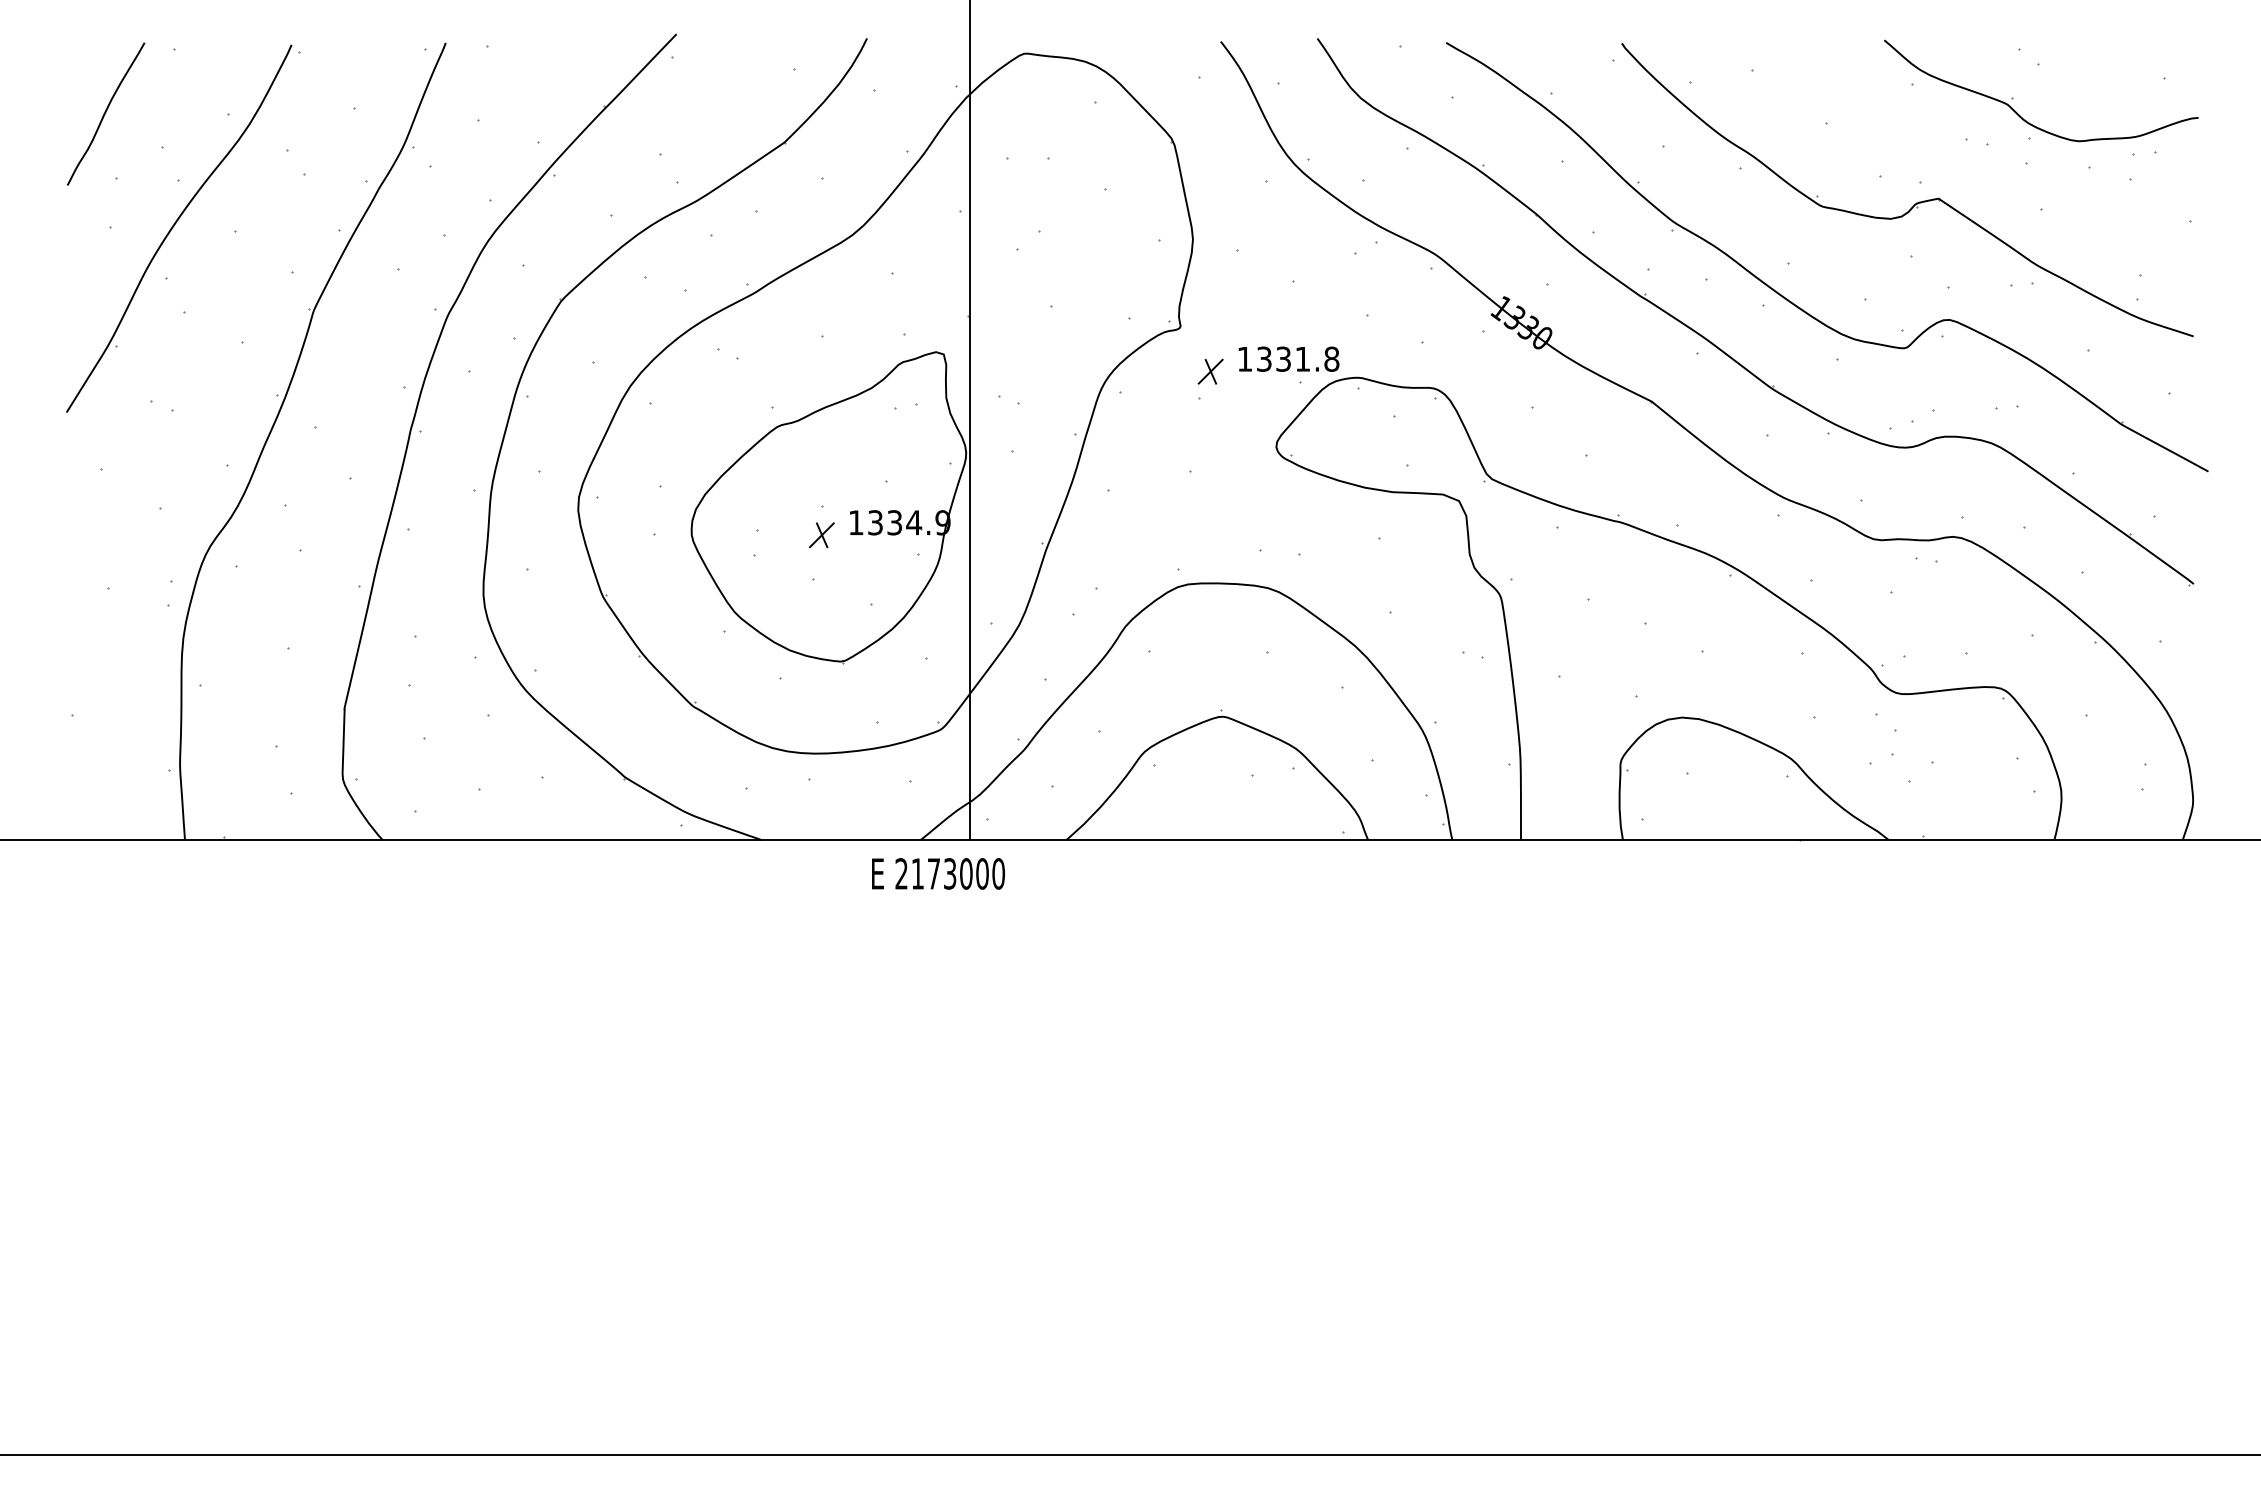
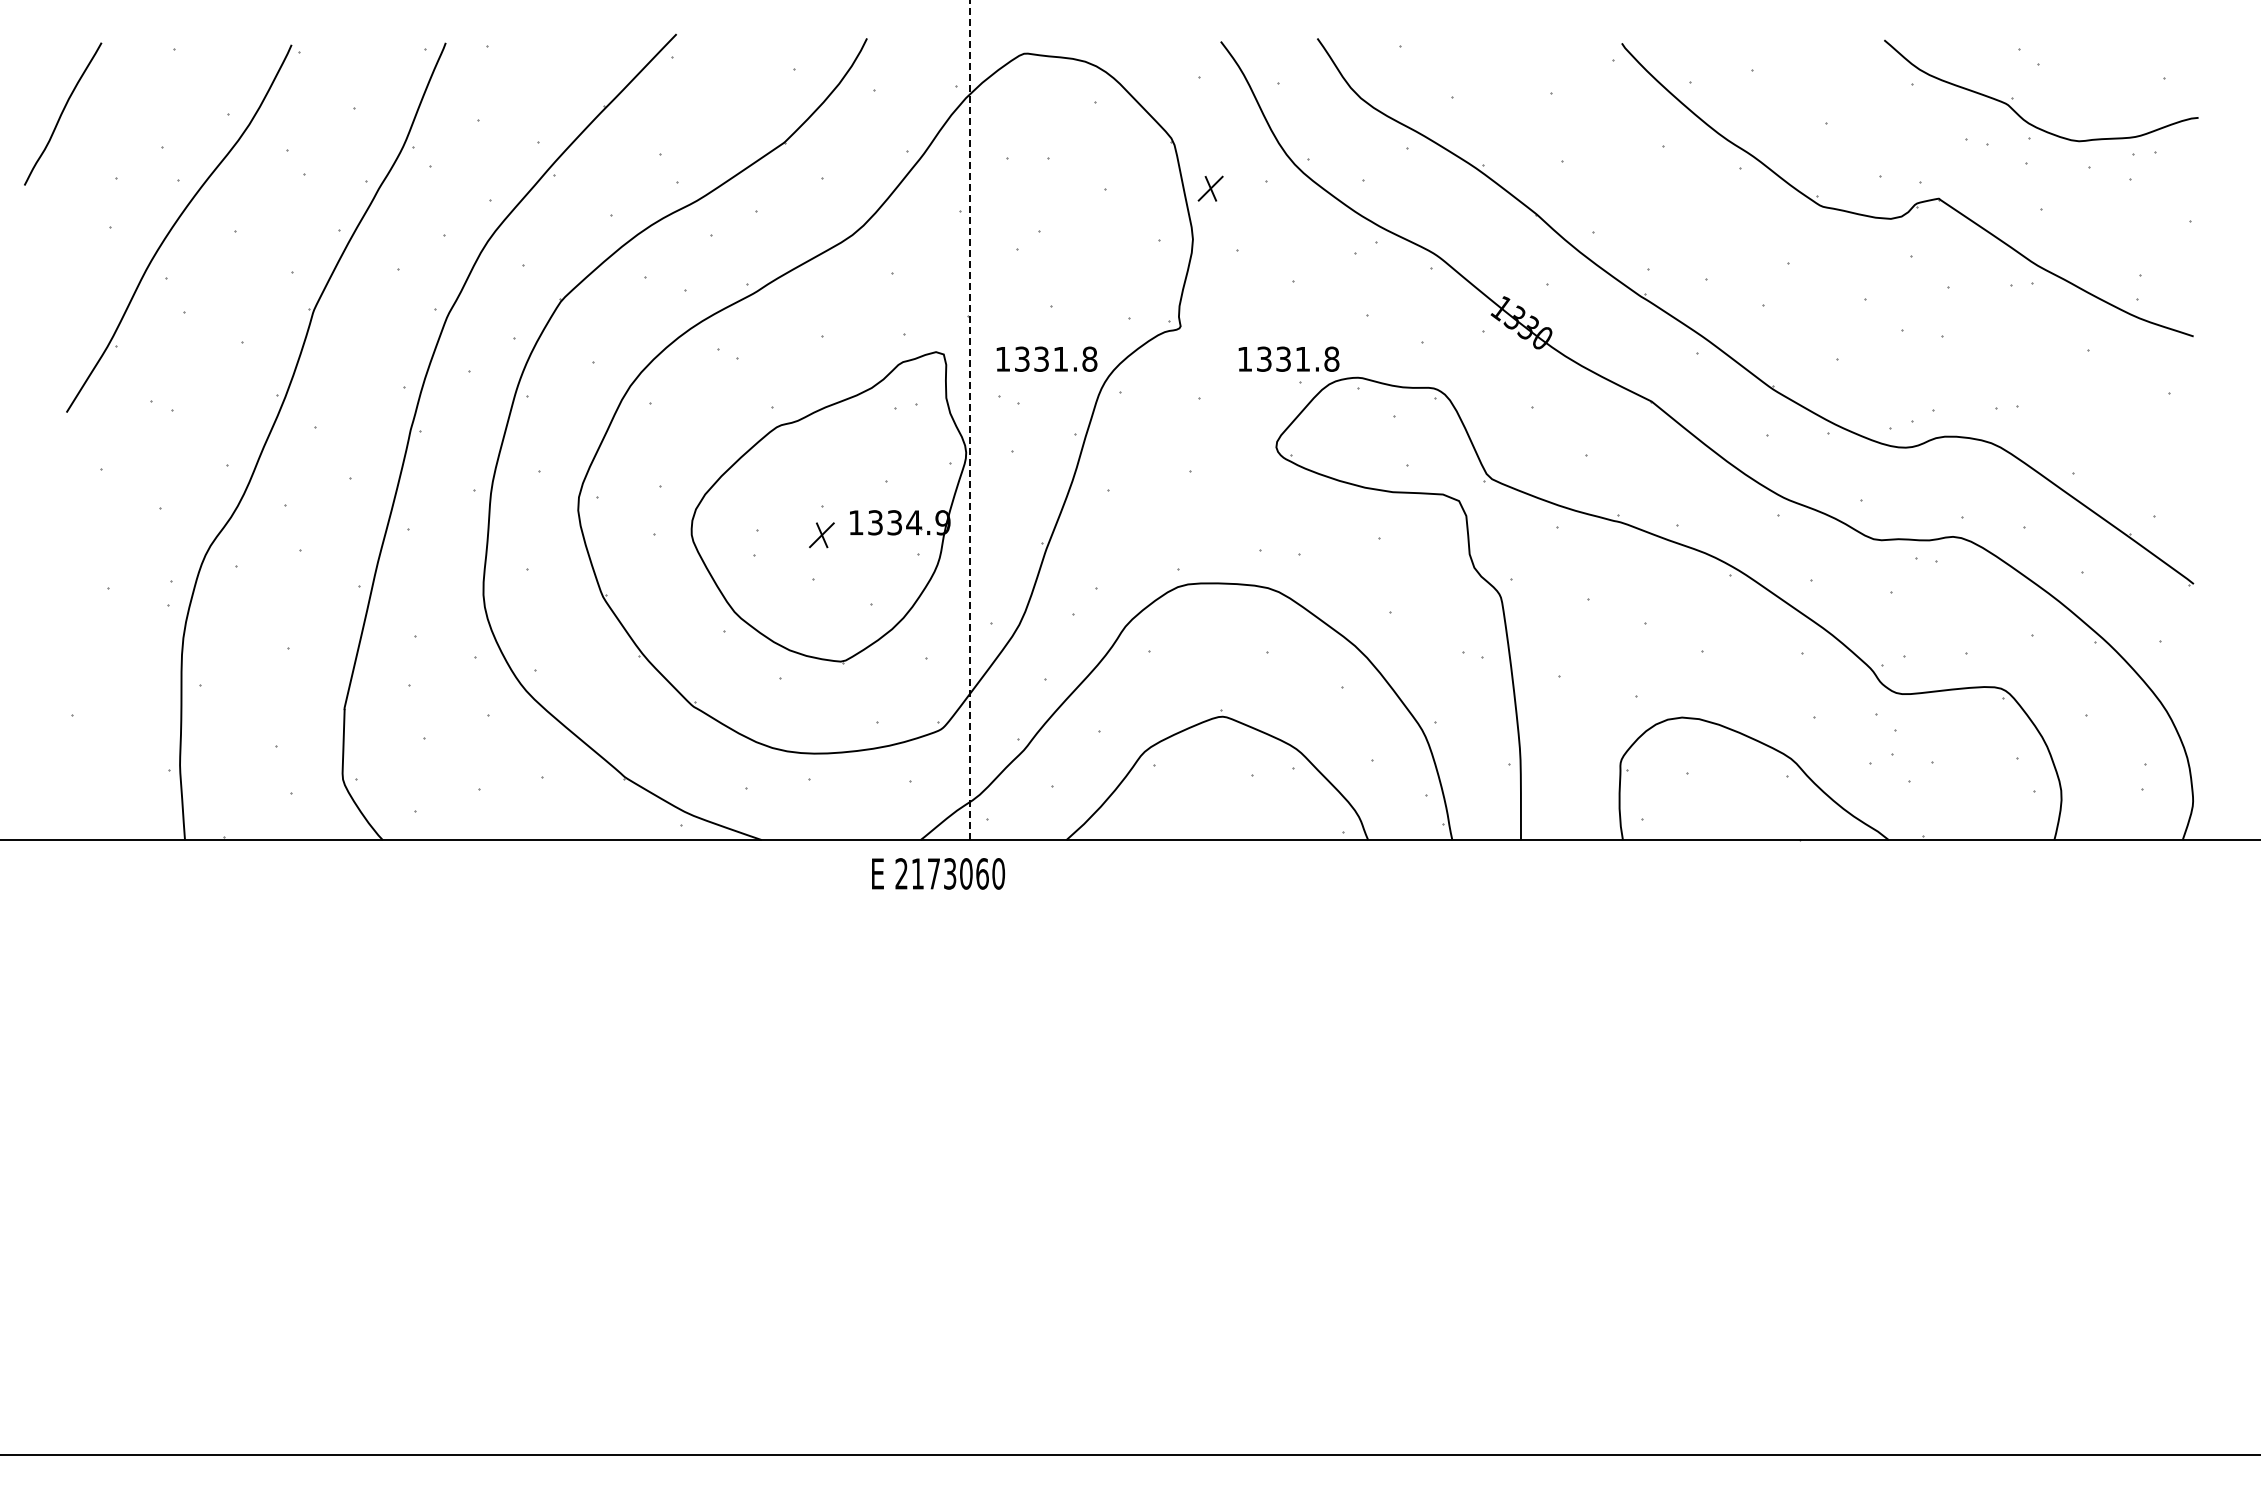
curve at (106, 112) position: (106, 112) -> (63, 112)
part at (1797, 305): present -> none
part at (1046, 358): none -> present
part at (1210, 371) position: (1210, 371) -> (1210, 188)
line at (970, 419): solid -> dashed
text at (982, 873): 2173000 -> 2173060
